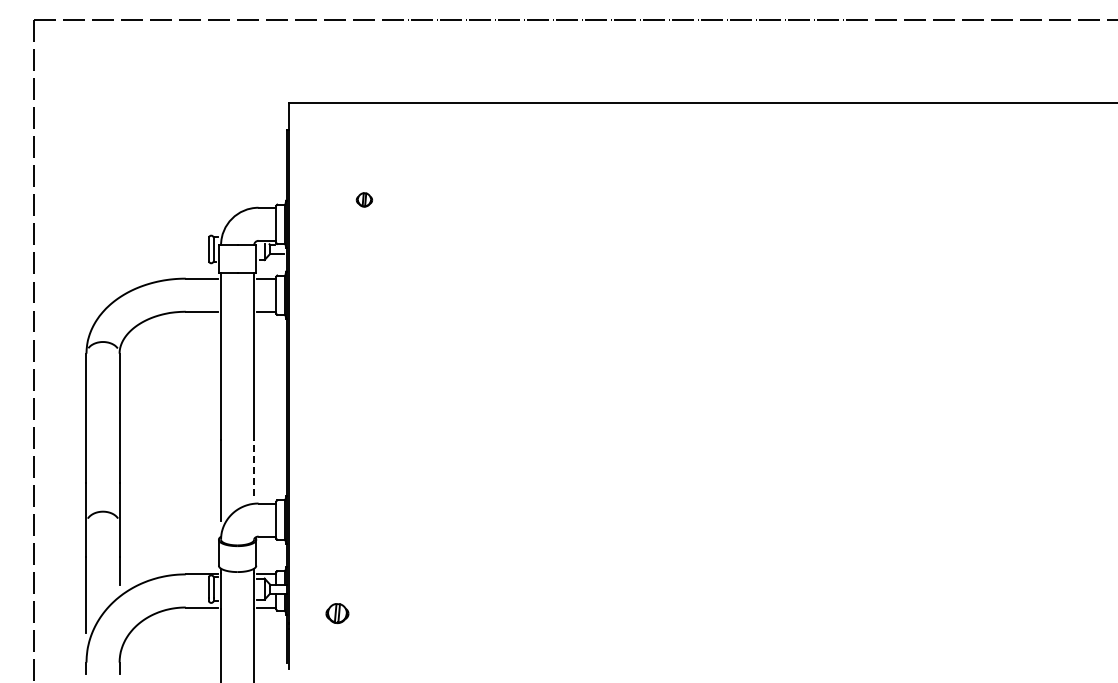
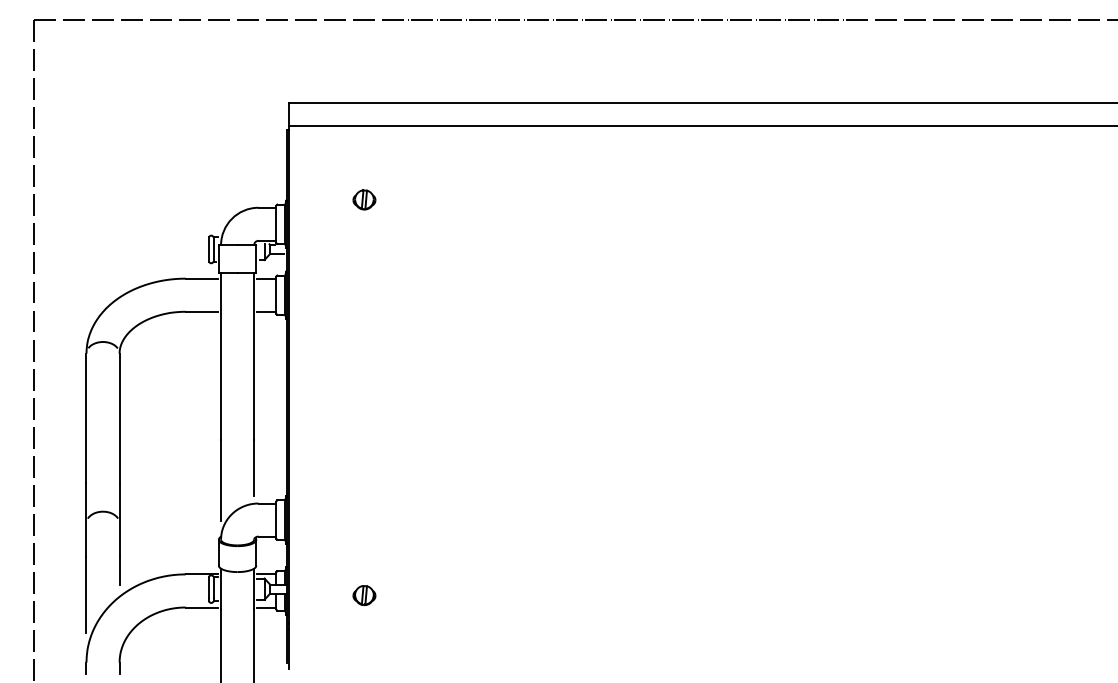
line at (701, 126): none -> present
part at (363, 199) size: 18x16 px -> 25x22 px
line at (254, 468): dashed -> solid
part at (337, 613) position: (337, 613) -> (364, 595)
